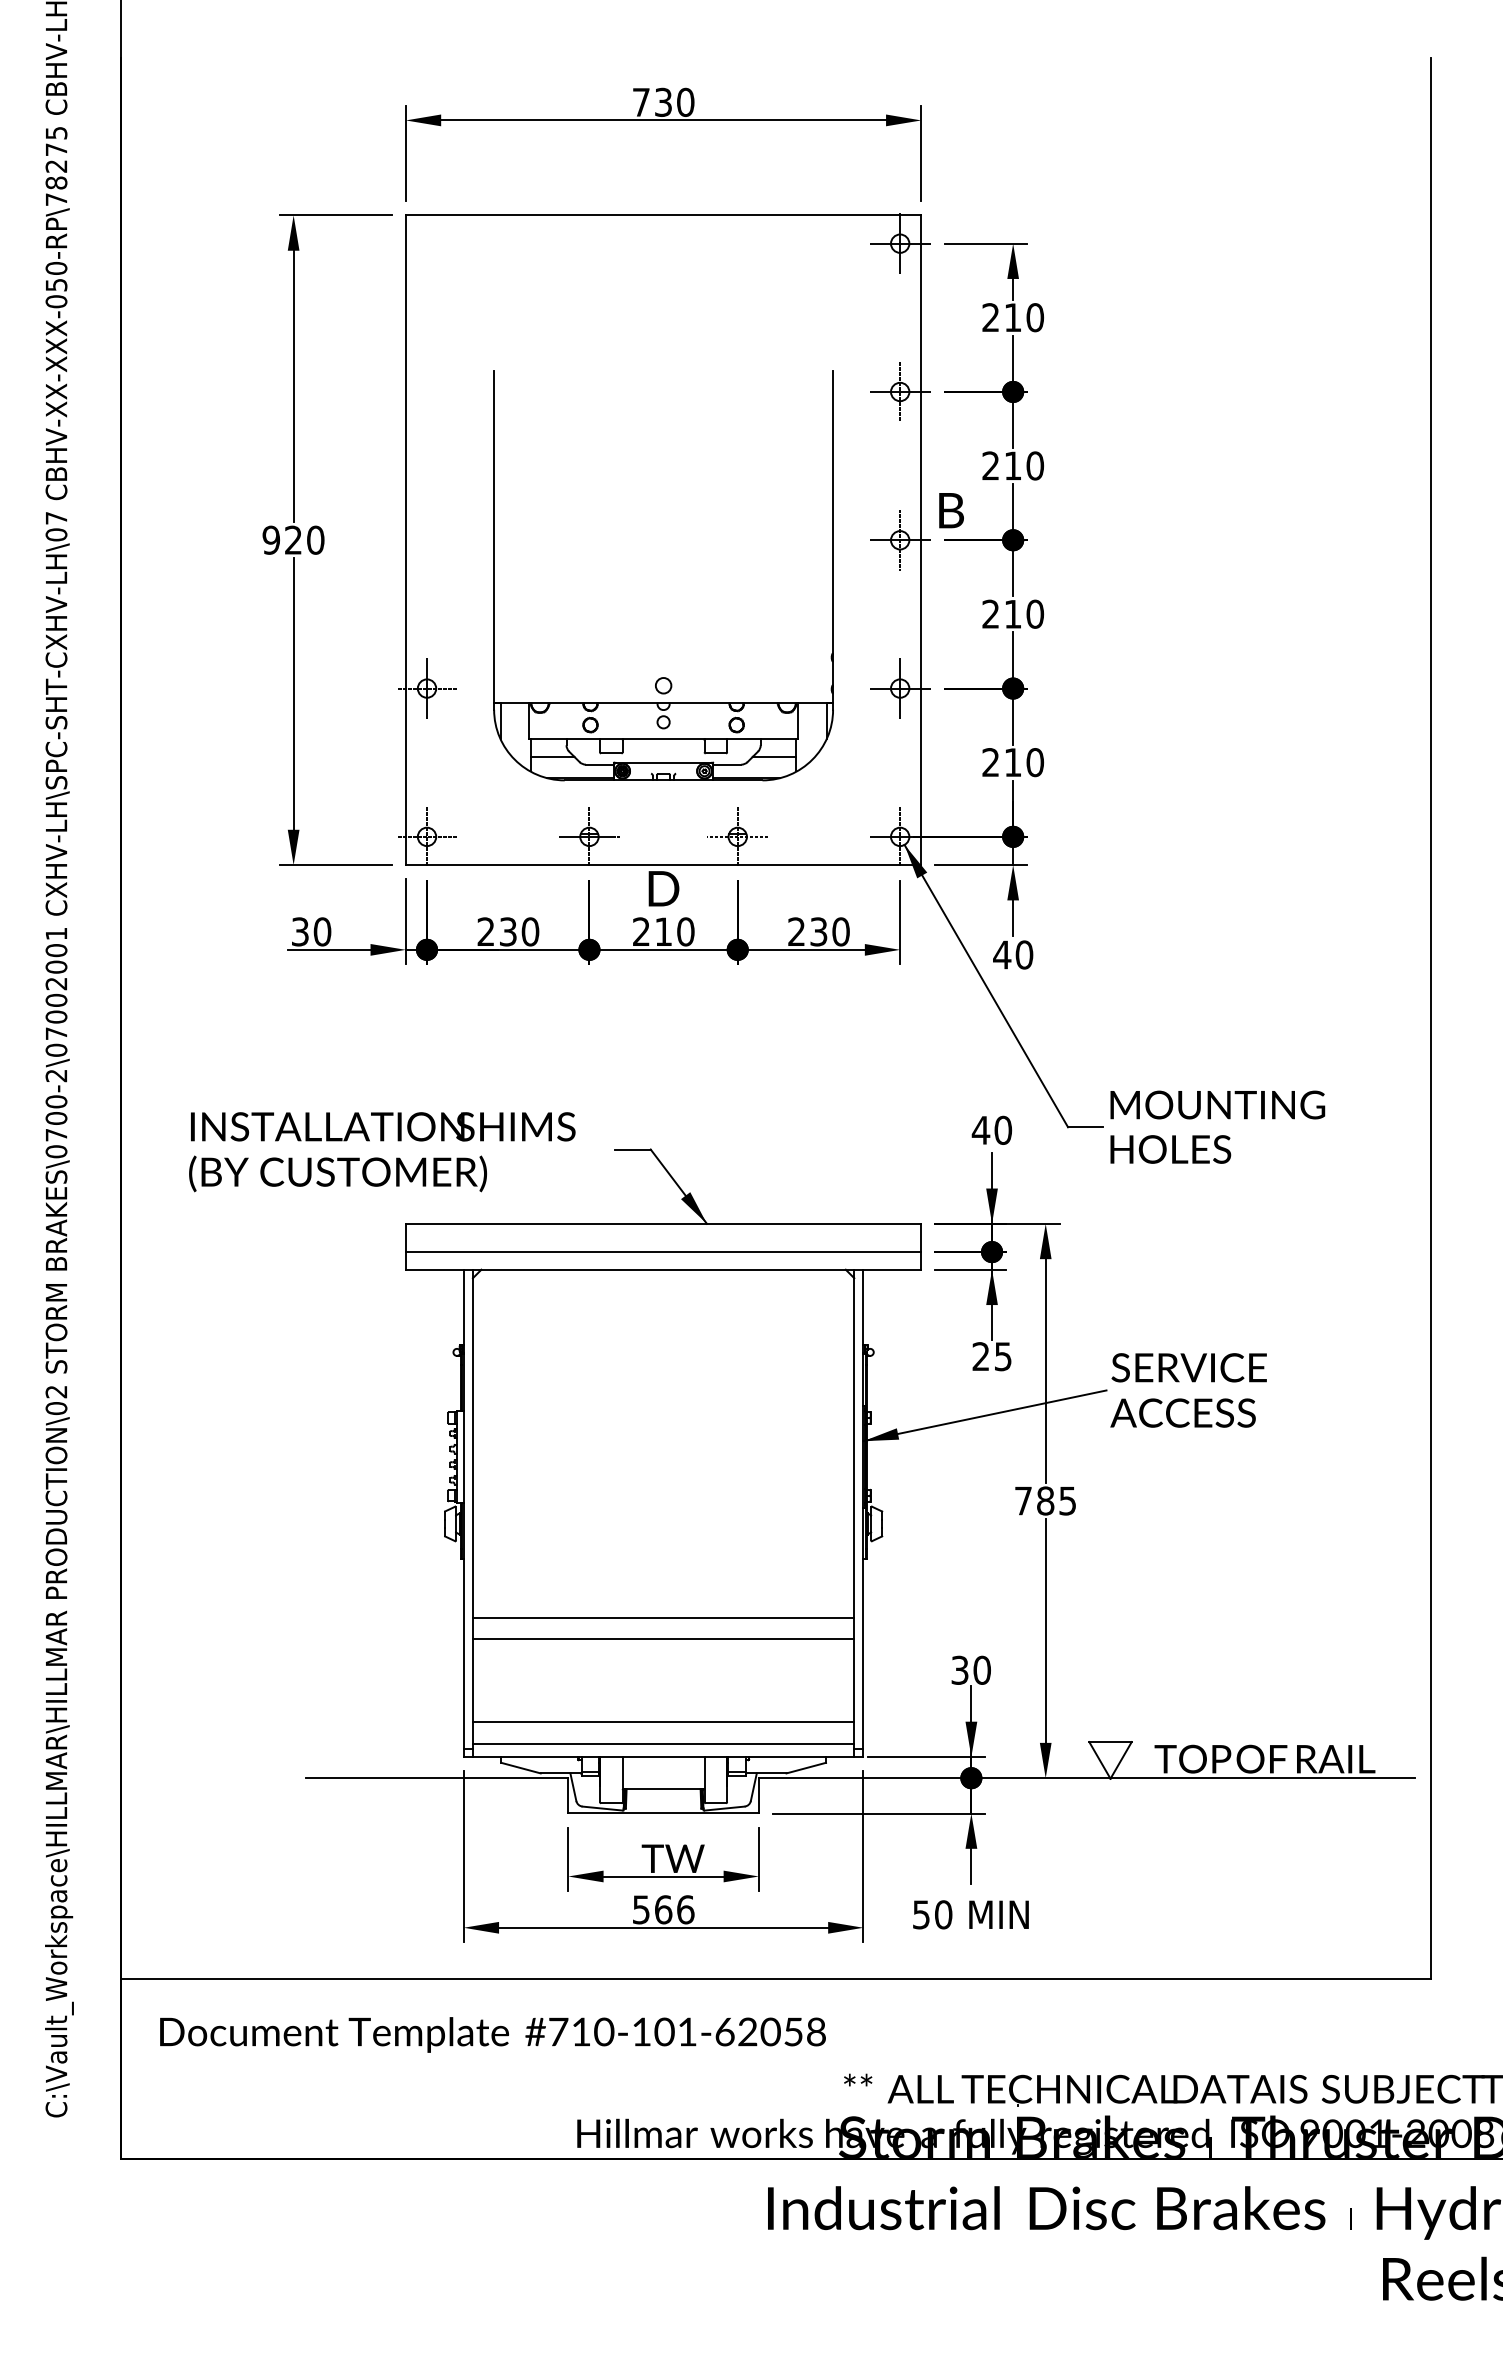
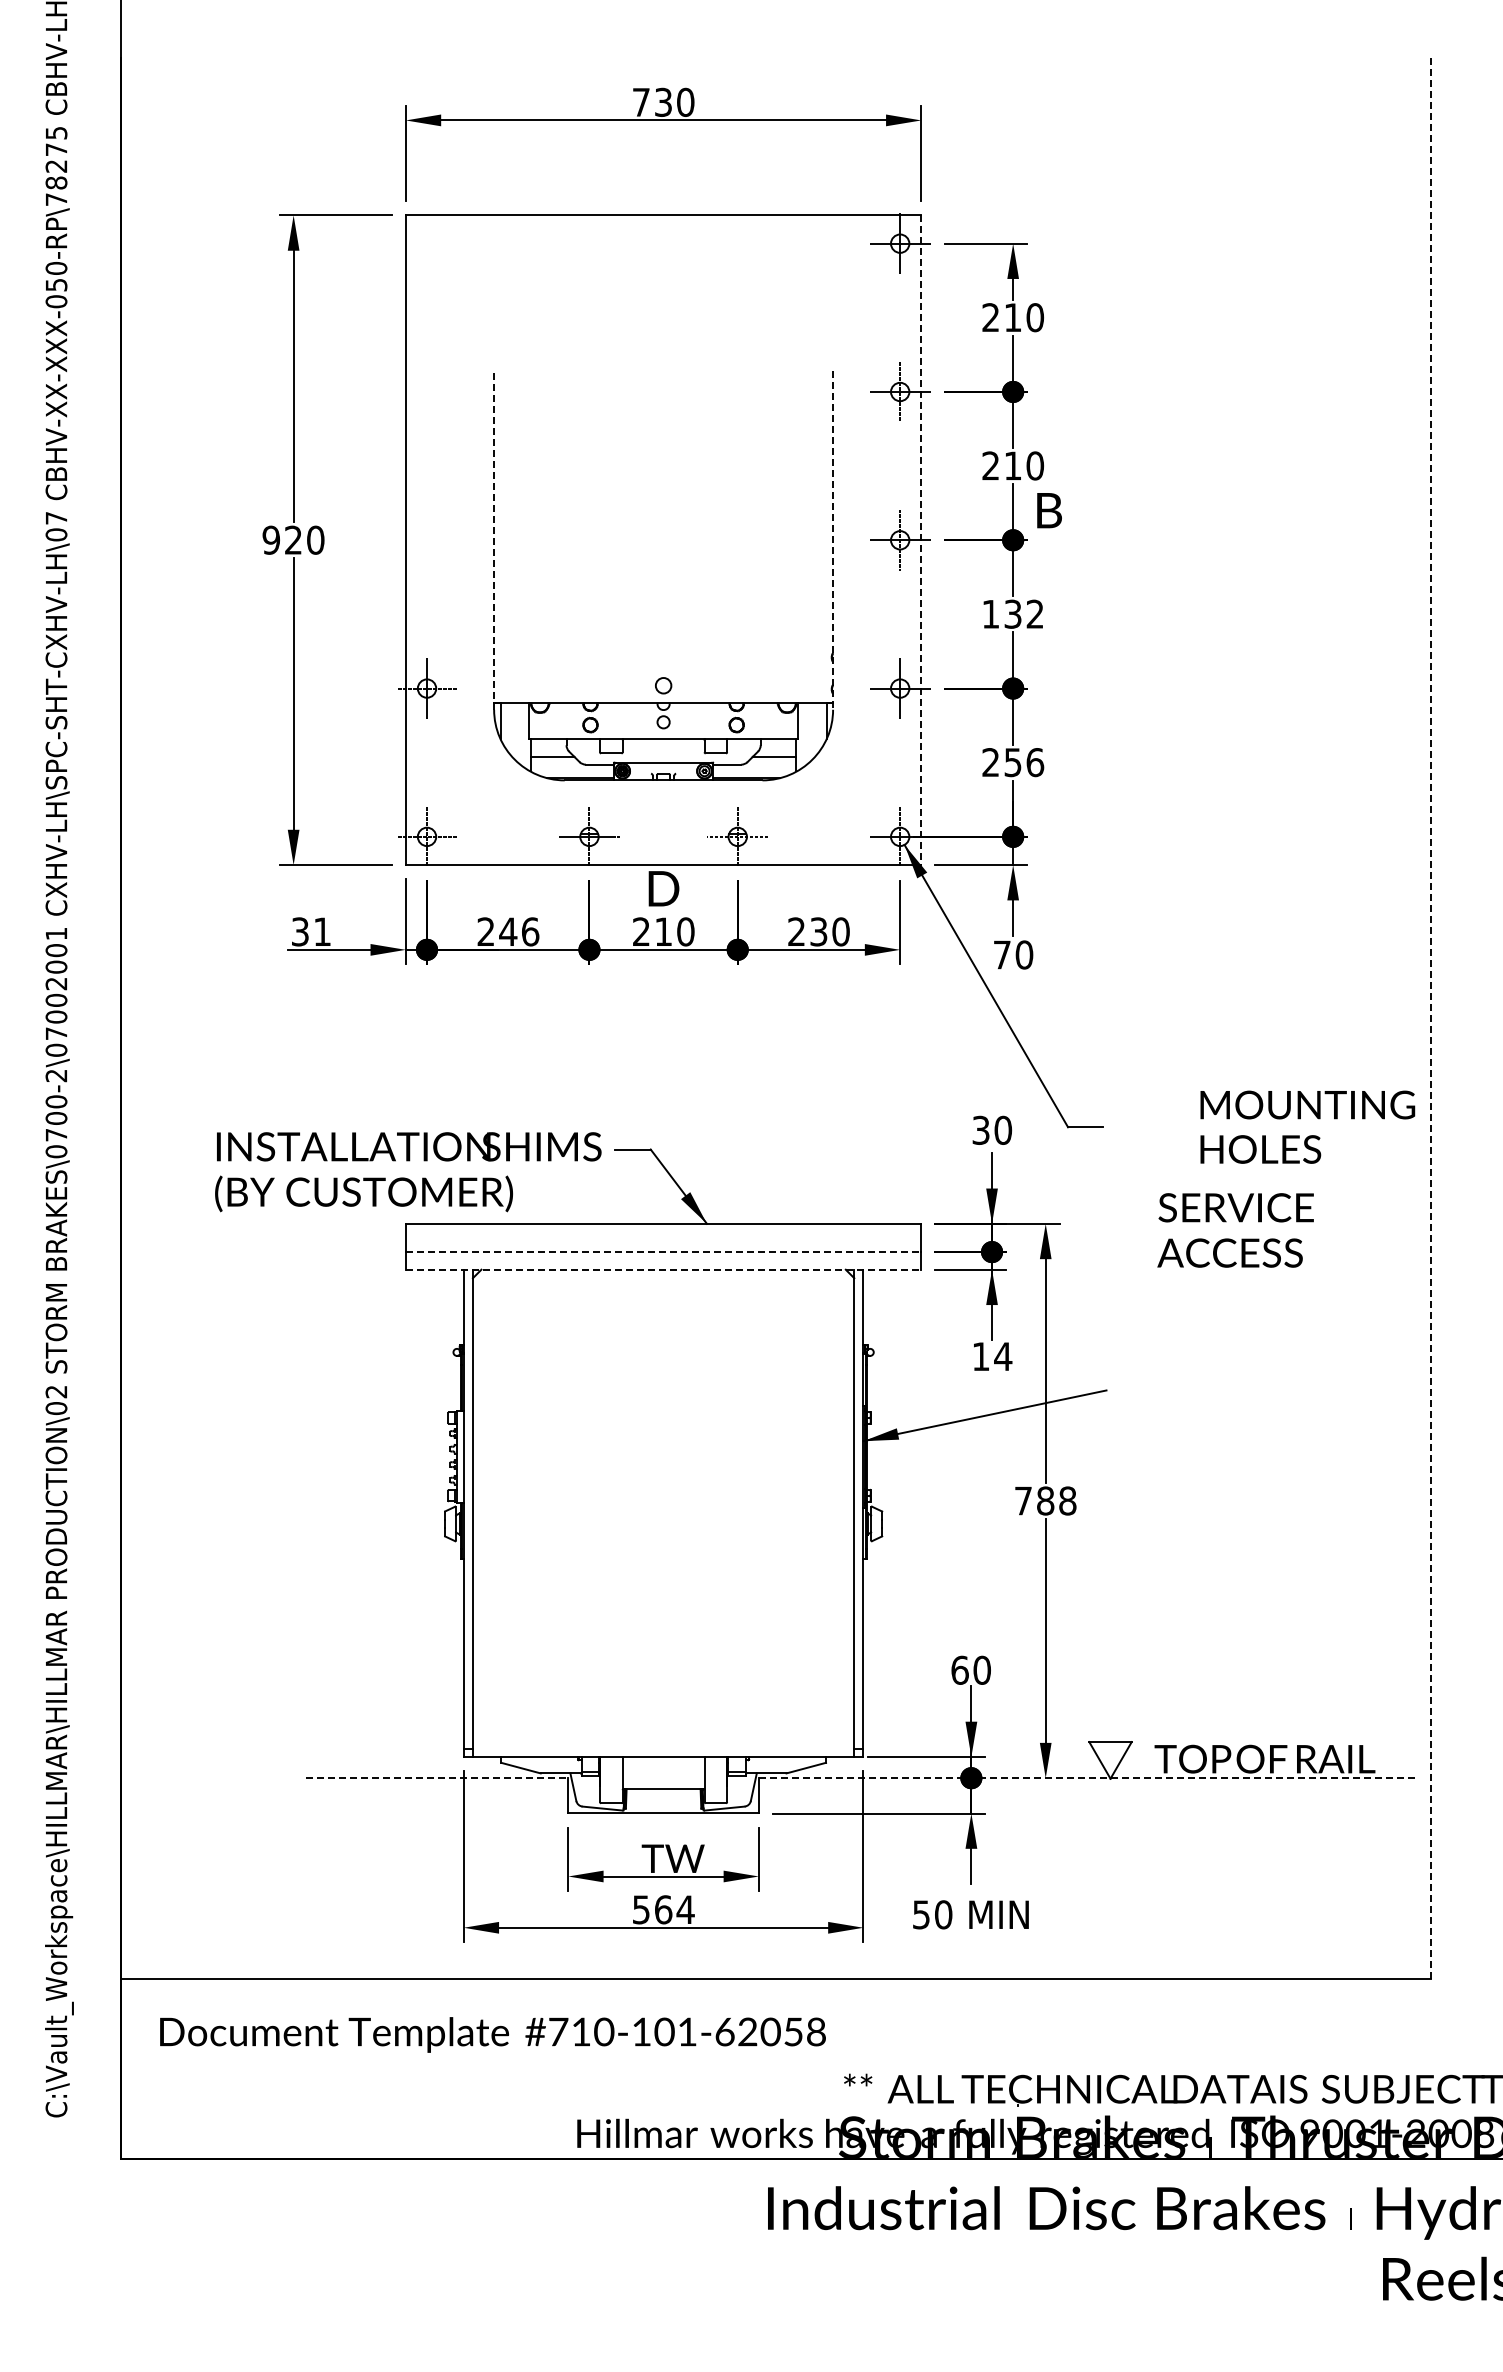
text at (951, 510) position: (951, 510) -> (1049, 510)
line at (494, 539): solid -> dashed
line at (833, 540): solid -> dashed
line at (921, 540): solid -> dashed
text at (1013, 613): 210 -> 132
text at (1024, 762): 210 -> 256
text at (322, 931): 30 -> 31
text at (519, 931): 230 -> 246
text at (1002, 954): 40 -> 70
line at (1430, 1019): solid -> dashed
text at (1217, 1126) position: (1217, 1126) -> (1307, 1126)
text at (980, 1129): 40 -> 30
text at (382, 1152) position: (382, 1152) -> (408, 1172)
line at (663, 1252): solid -> dashed
line at (663, 1269): solid -> dashed
text at (992, 1356): 25 -> 14
text at (1188, 1390) position: (1188, 1390) -> (1235, 1230)
text at (1067, 1500): 785 -> 788
line at (663, 1617): present -> none
line at (663, 1639): present -> none
text at (959, 1669): 30 -> 60
line at (663, 1722): present -> none
line at (663, 1743): present -> none
line at (437, 1778): solid -> dashed
line at (1087, 1778): solid -> dashed
text at (685, 1909): 566 -> 564
